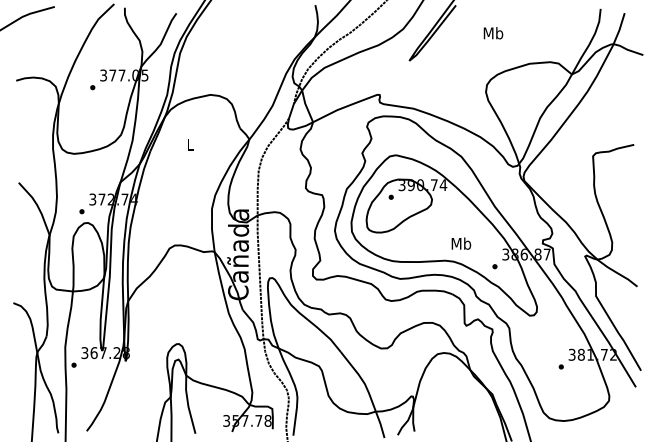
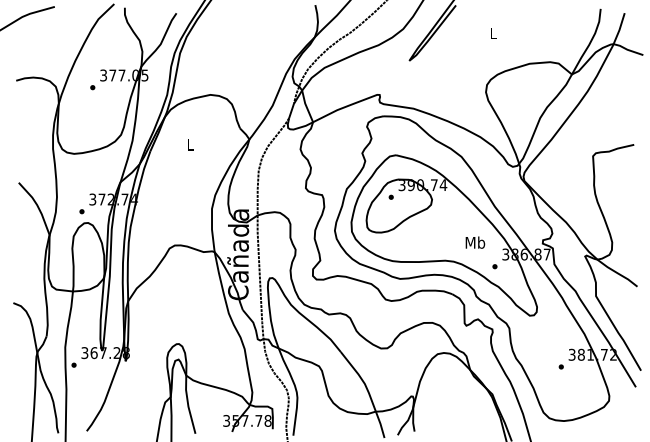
text at (493, 33): Mb -> L
text at (461, 243) position: (461, 243) -> (475, 242)
